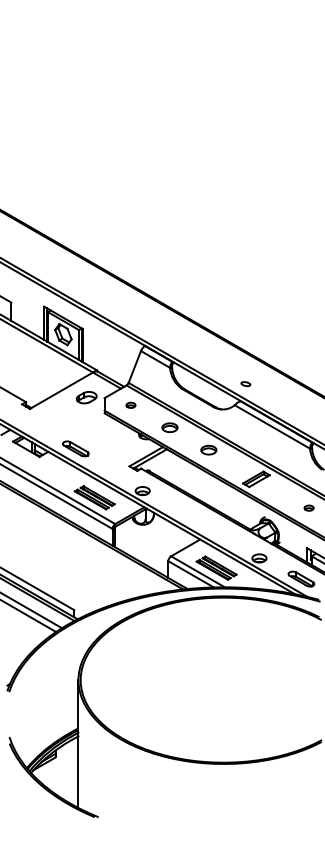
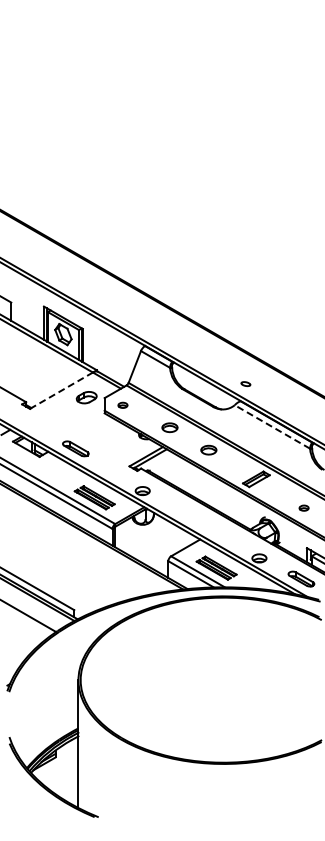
line at (61, 390): solid -> dashed
part at (130, 404) position: (130, 404) -> (122, 404)
line at (272, 426): solid -> dashed
part at (308, 507) position: (308, 507) -> (303, 507)
line at (31, 610): present -> none
